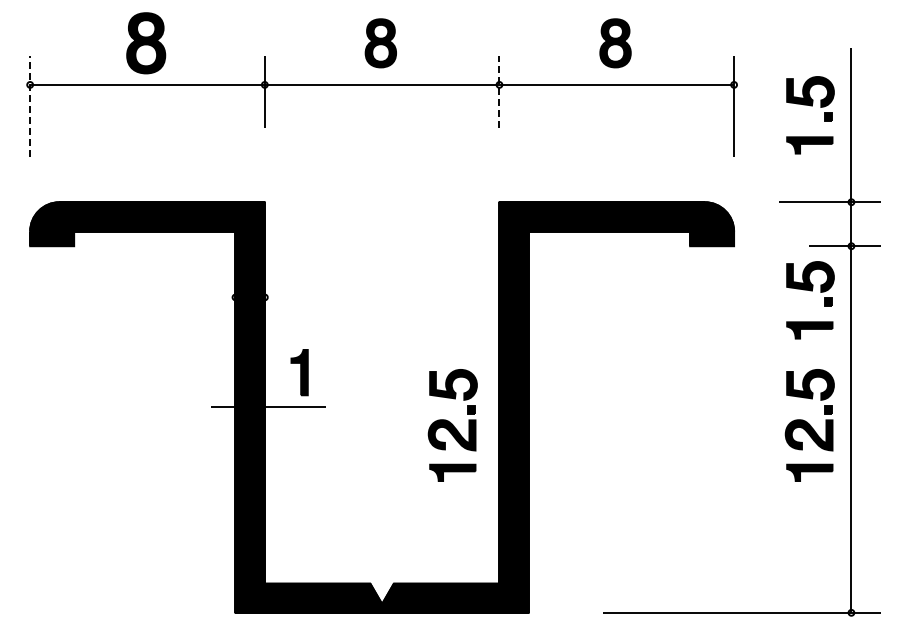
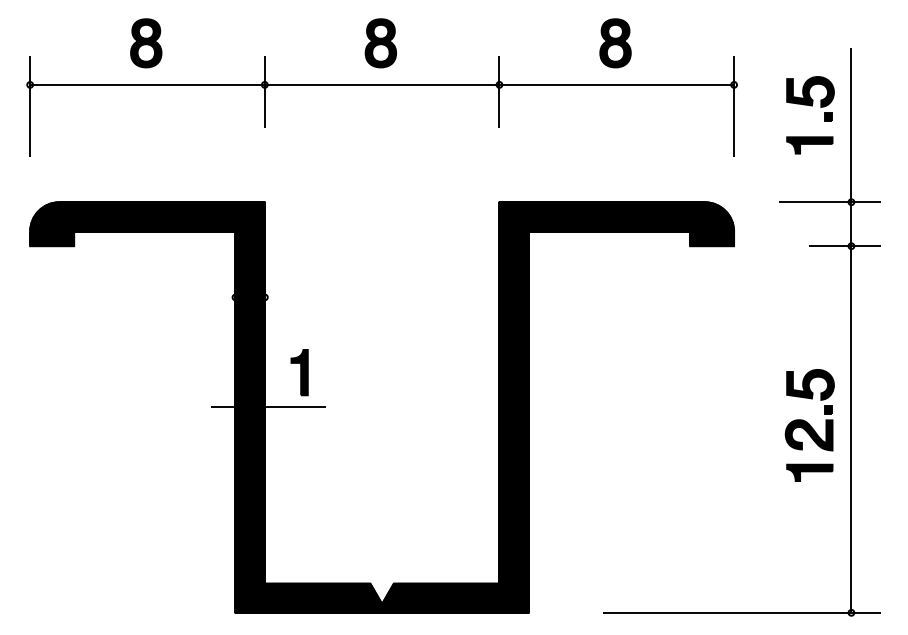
part at (146, 43) size: 41x63 px -> 33x51 px
line at (499, 91): dashed -> solid
line at (30, 106): dashed -> solid
part at (810, 291): present -> none
part at (452, 425): present -> none
